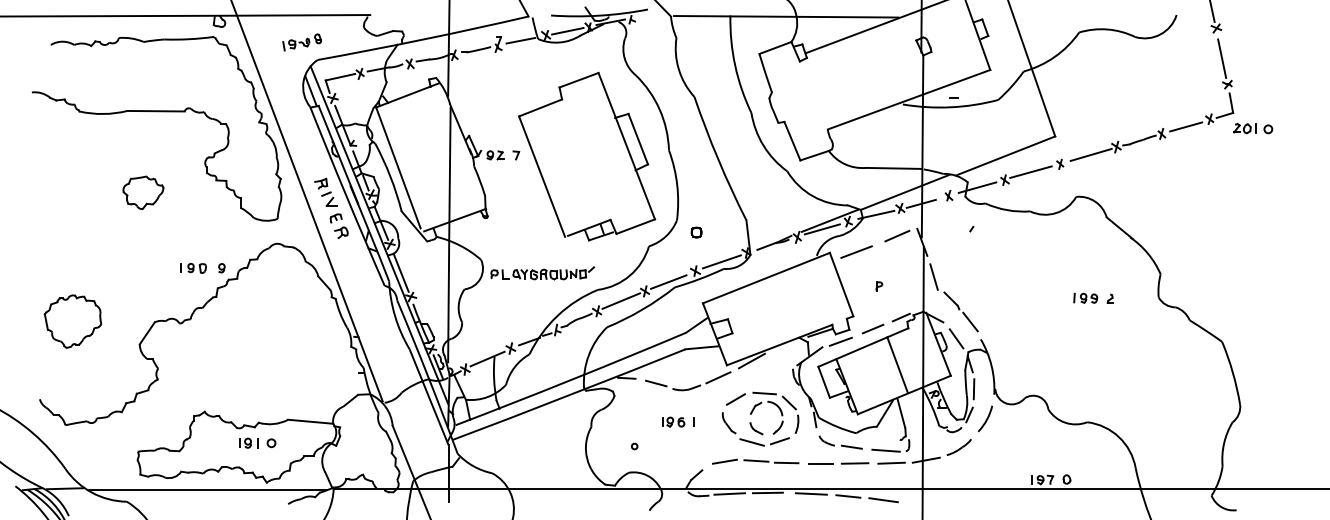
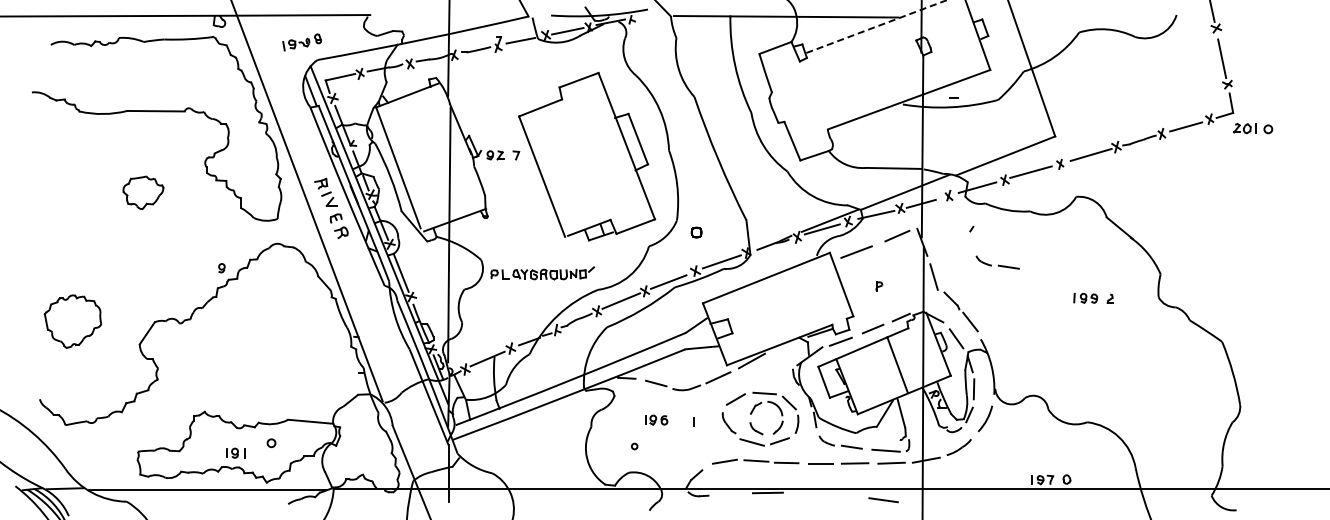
line at (877, 26): solid -> dashed
part at (997, 262): none -> present
part at (193, 268): present -> none
part at (673, 421) position: (673, 421) -> (656, 419)
part at (248, 442) position: (248, 442) -> (235, 452)
line at (729, 493): present -> none
line at (810, 493): present -> none
line at (848, 496): present -> none
